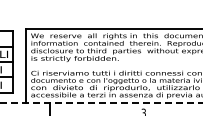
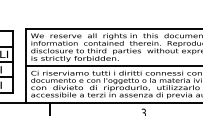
line at (112, 66): none -> present
line at (101, 102): dashed -> solid
